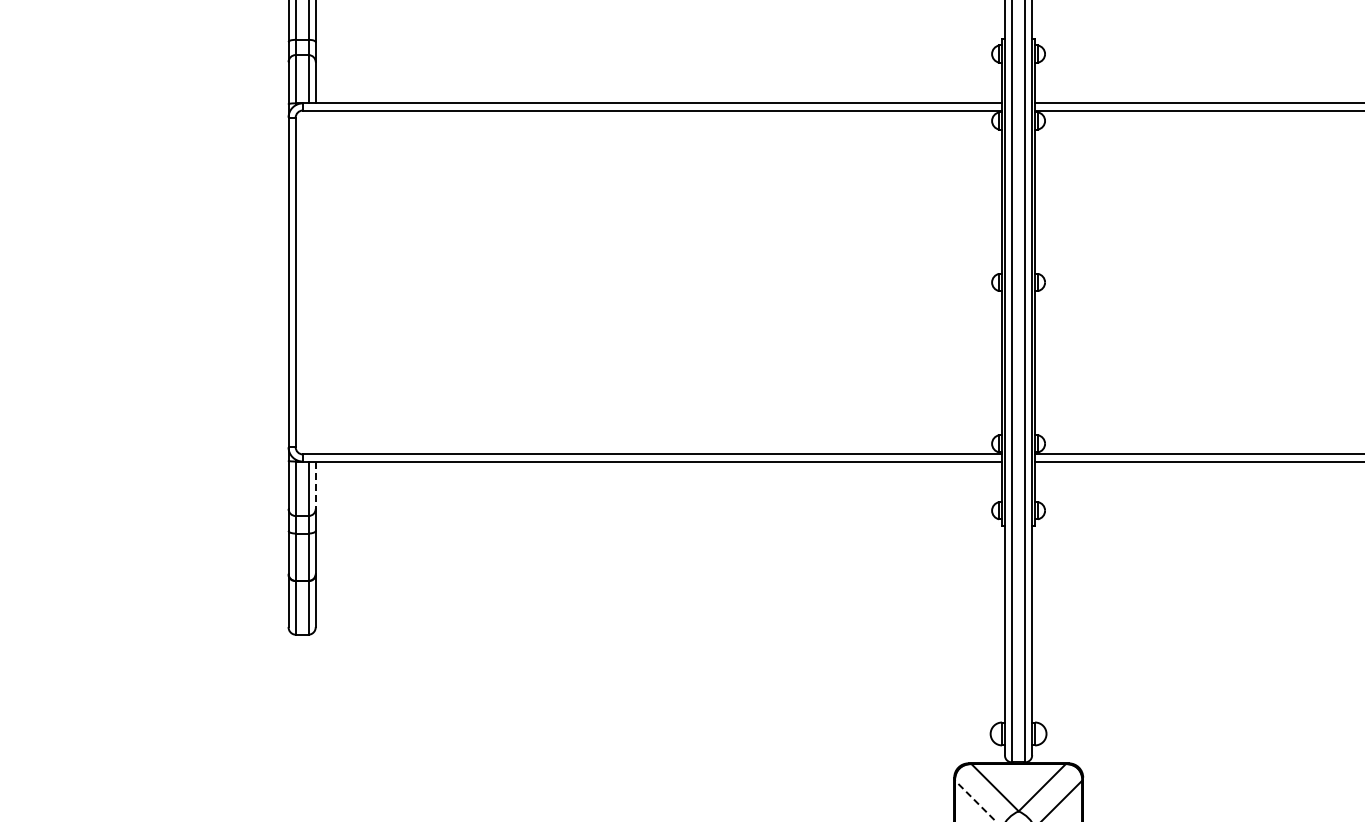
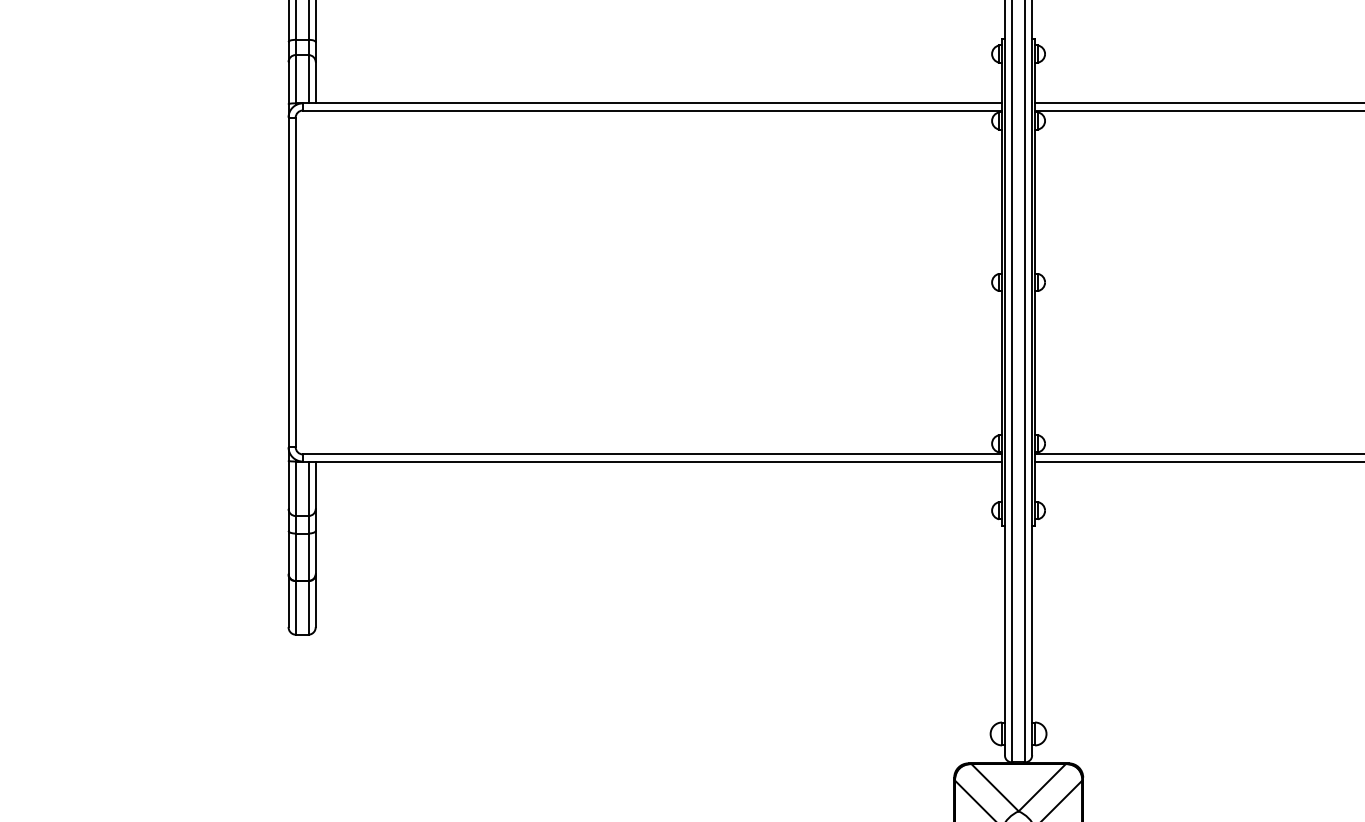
line at (315, 485): dashed -> solid
line at (975, 801): dashed -> solid
